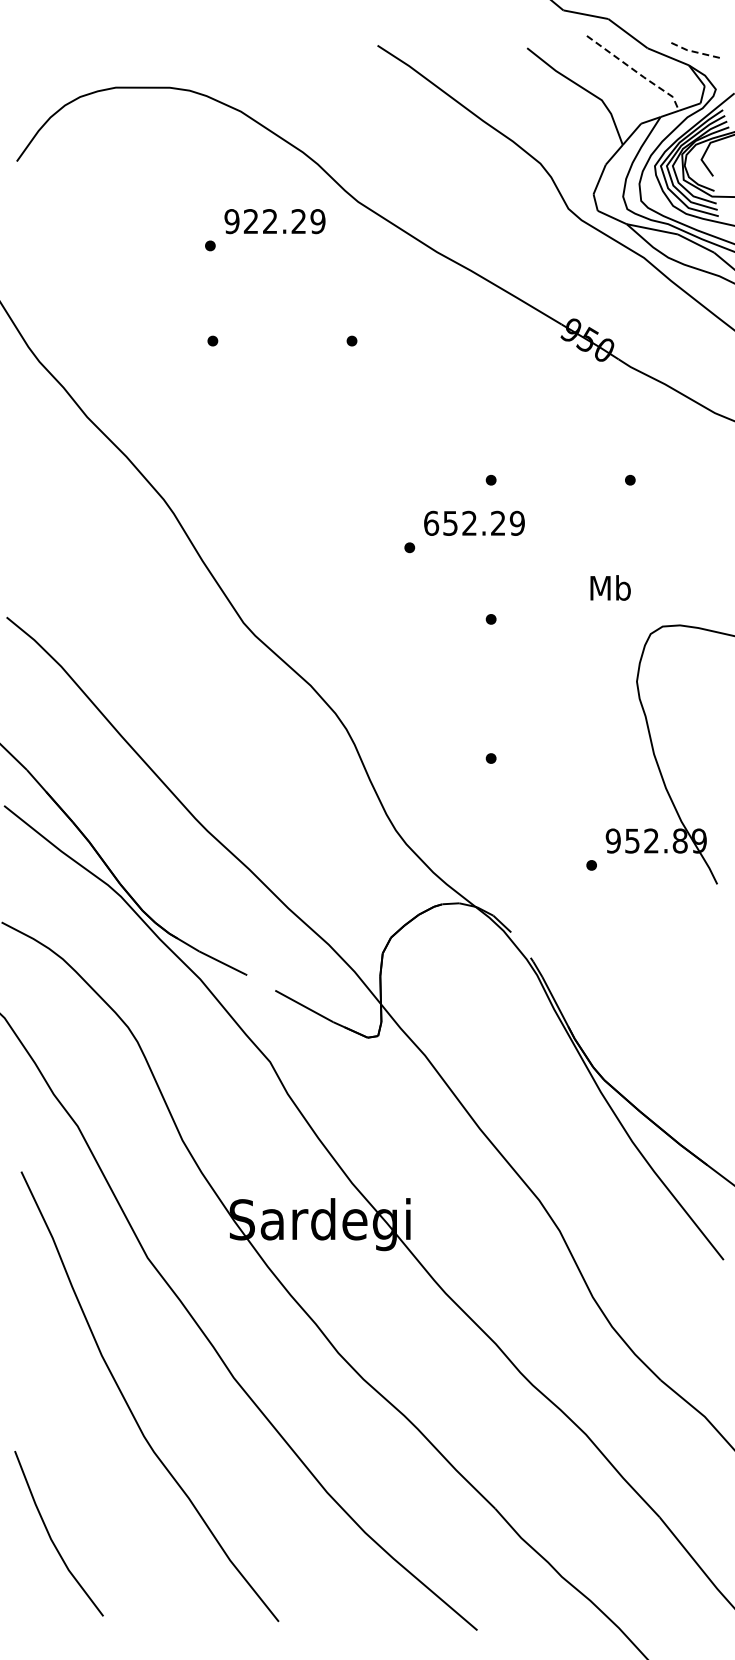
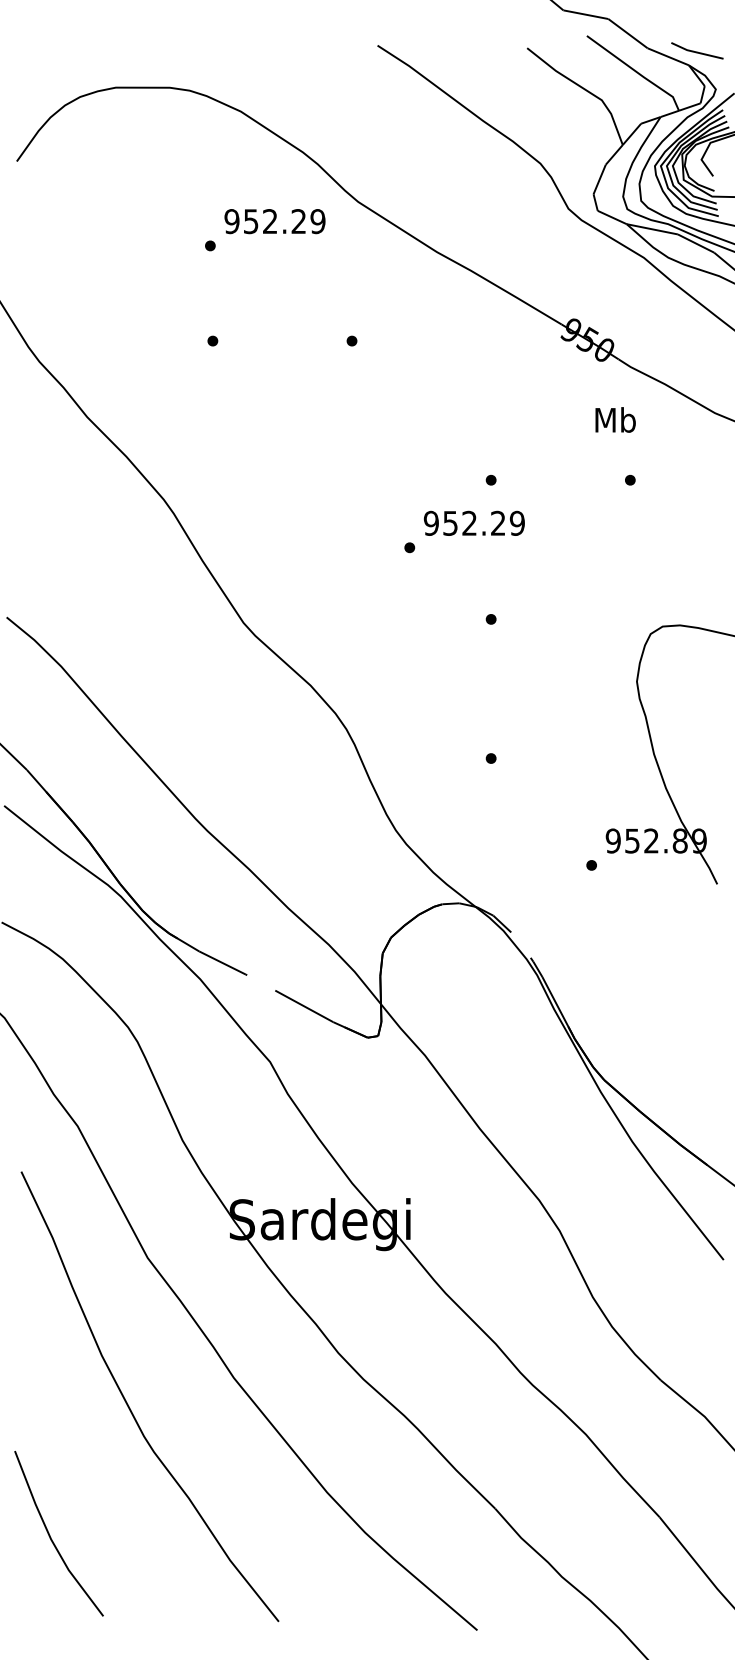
line at (696, 52): dashed -> solid
line at (636, 72): dashed -> solid
text at (250, 221): 922.29 -> 952.29
text at (431, 522): 652.29 -> 952.29
text at (610, 587) position: (610, 587) -> (615, 419)
